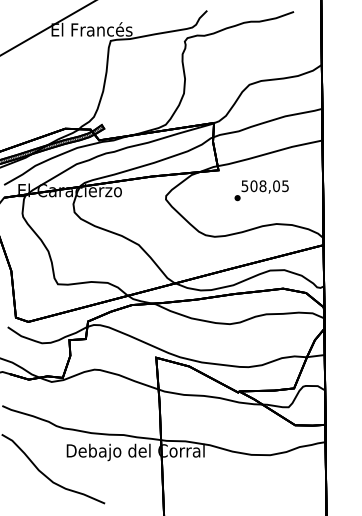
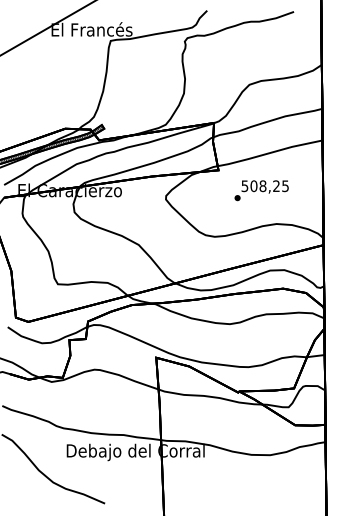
text at (276, 186): 508,05 -> 508,25
